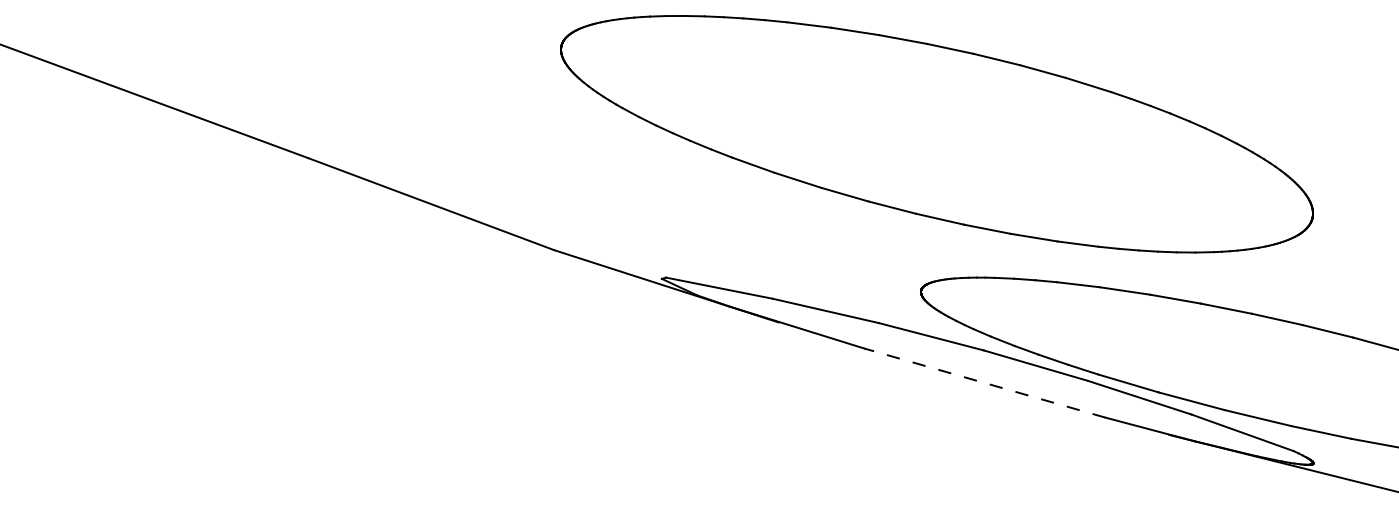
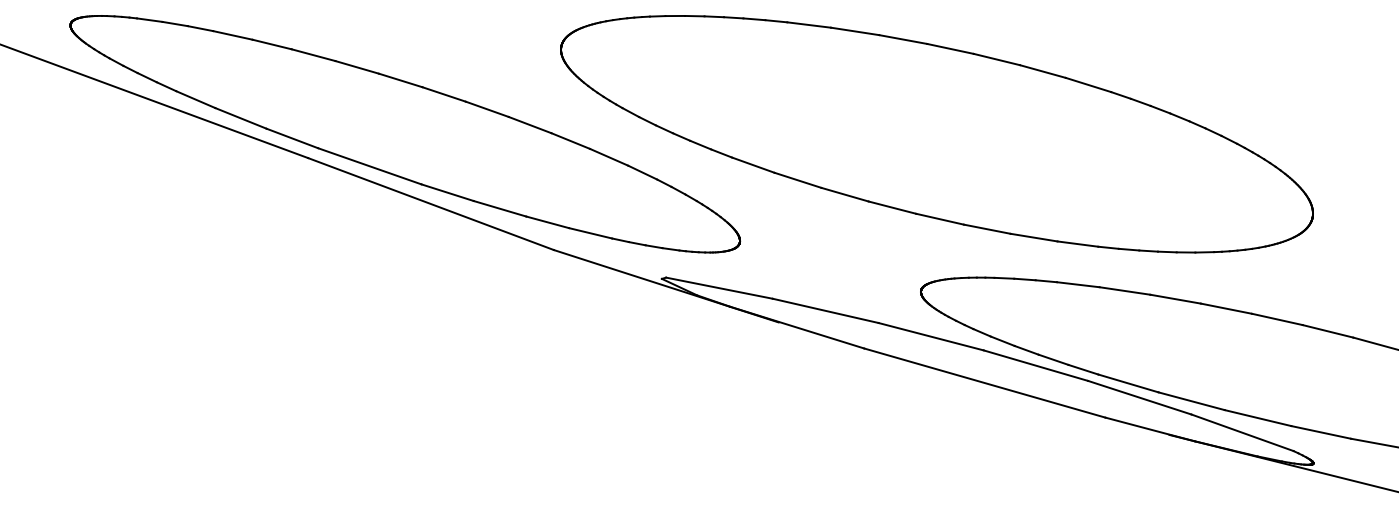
part at (405, 134): none -> present
line at (984, 382): dashed -> solid
